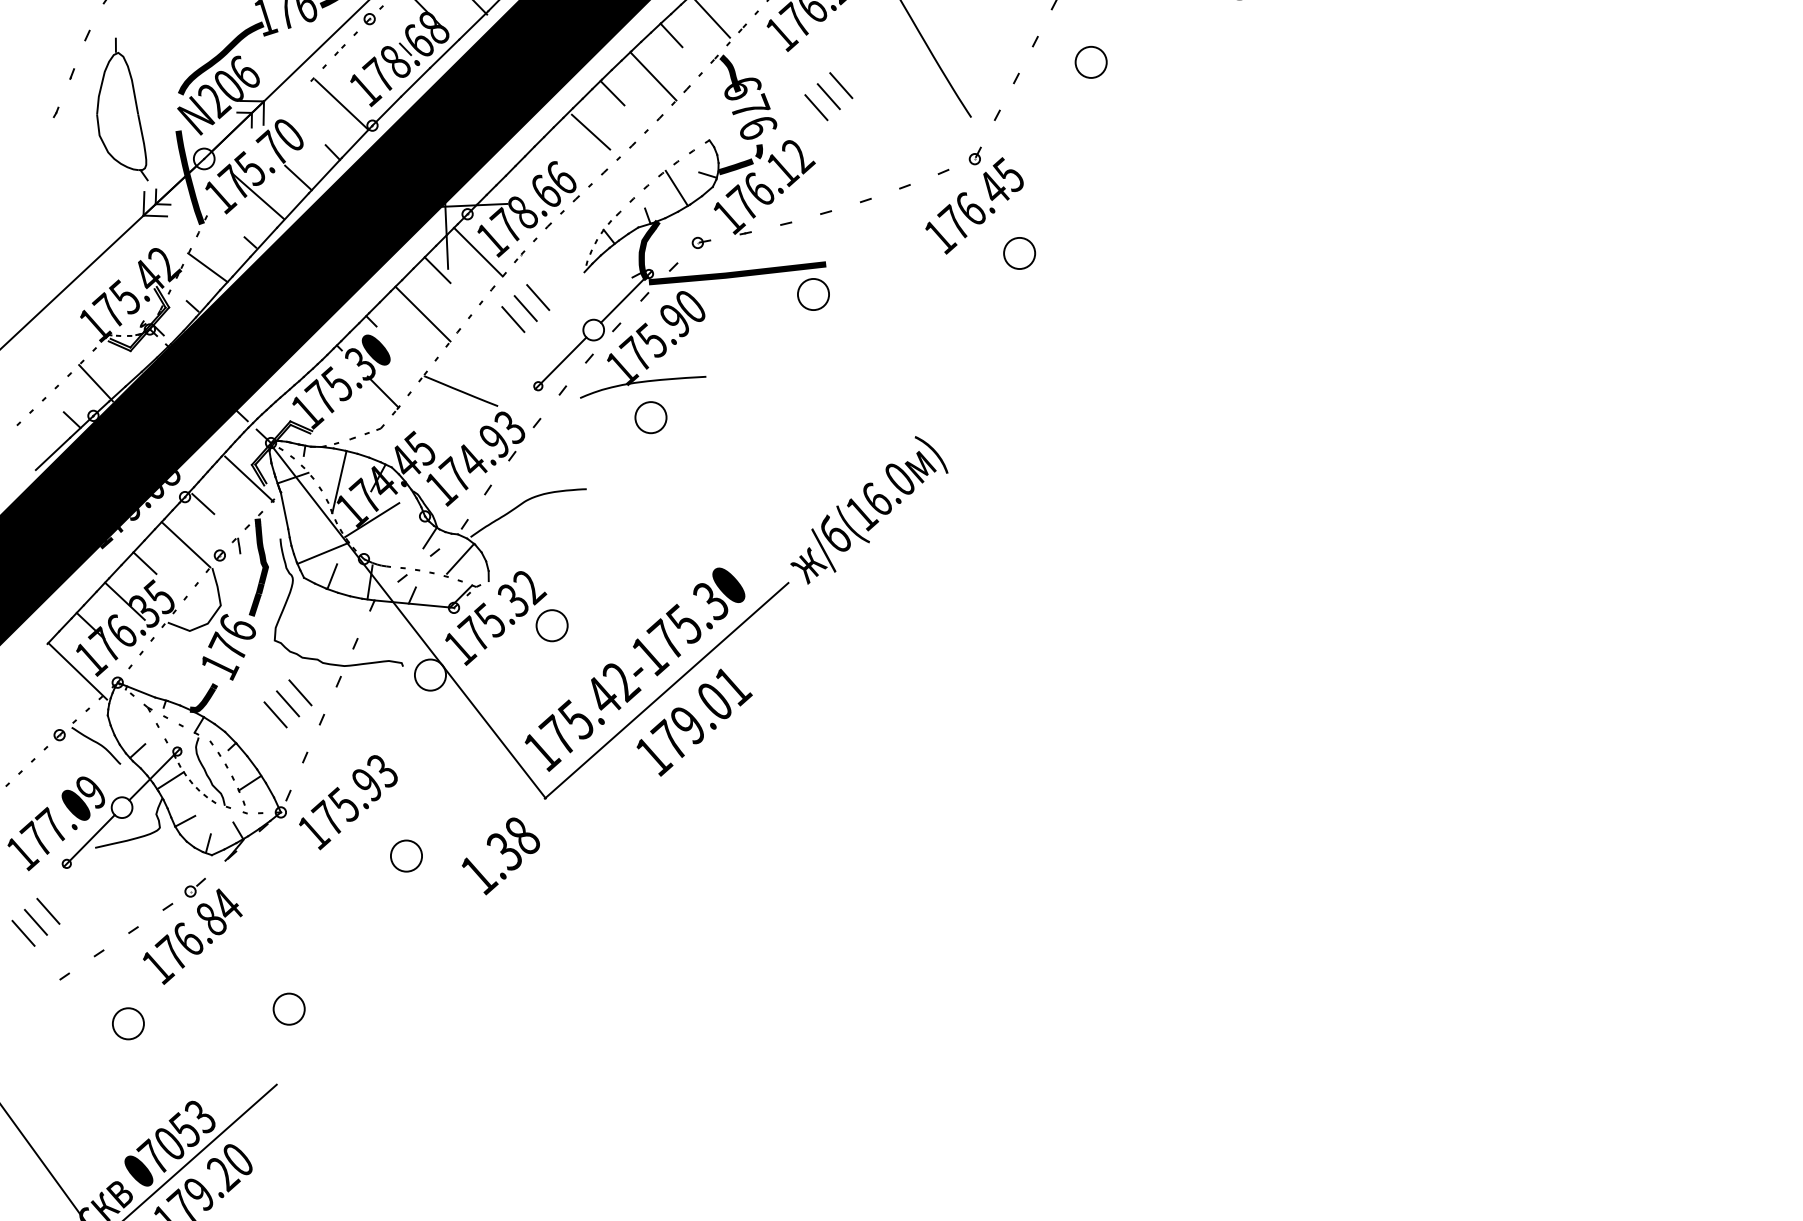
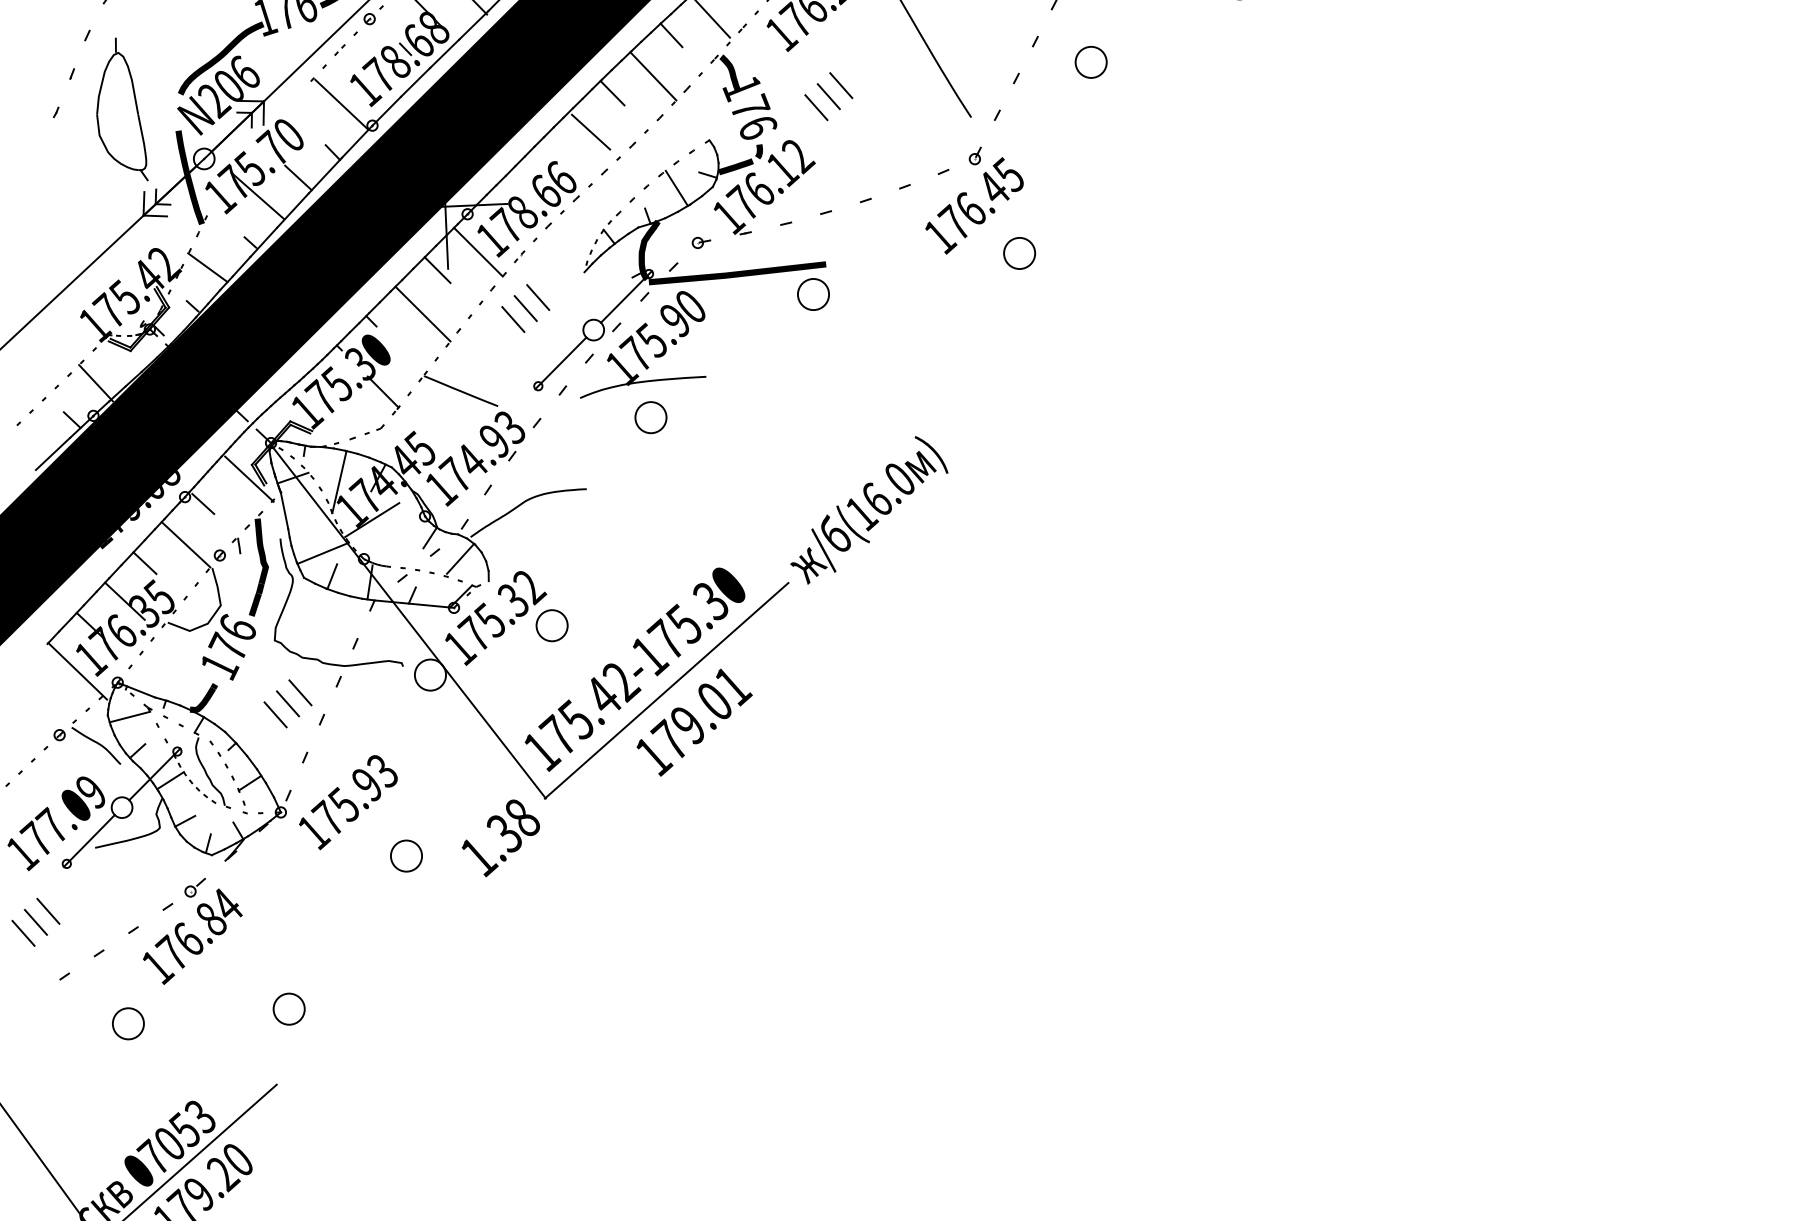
text at (741, 89): 676 -> 176
line at (129, 716): none -> present
text at (500, 856) position: (500, 856) -> (500, 838)
